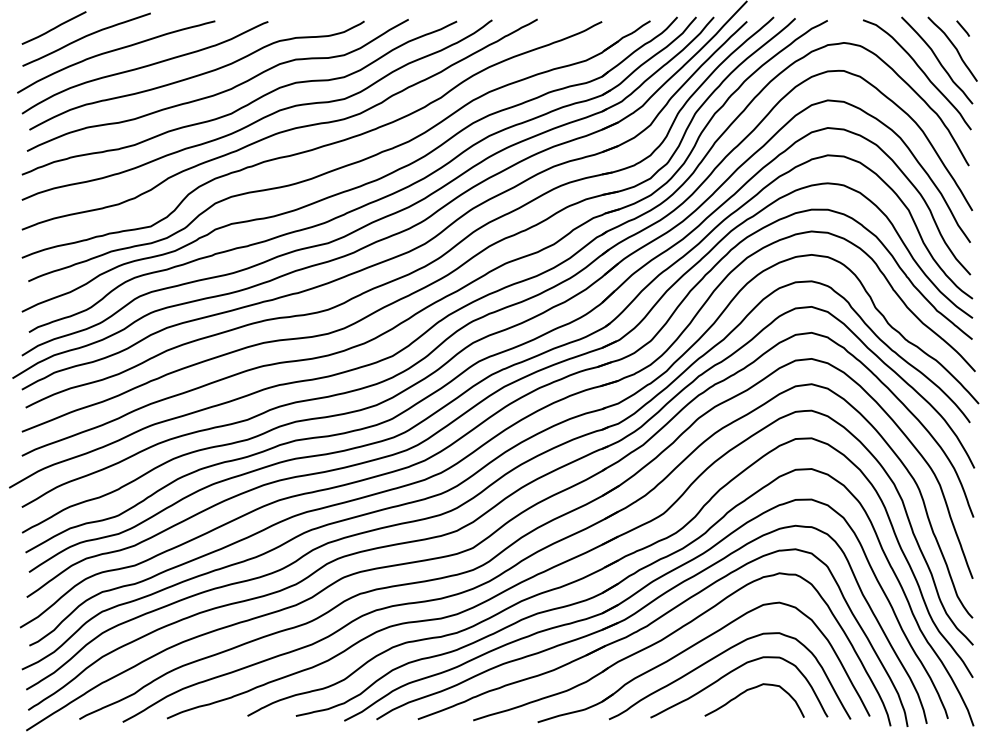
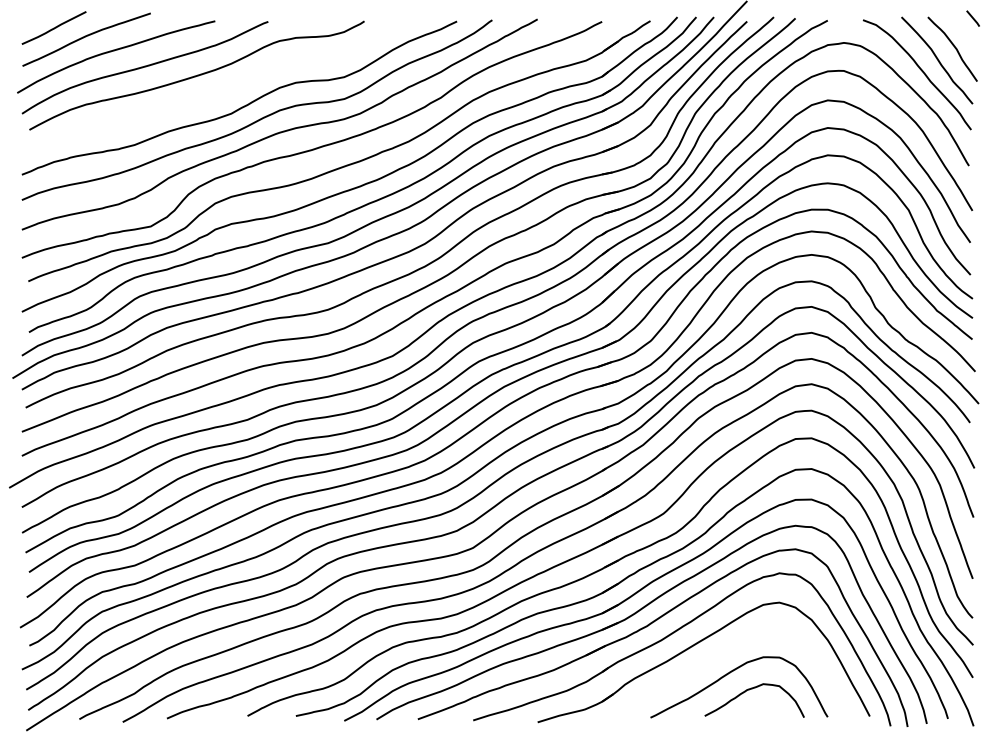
line at (962, 28) position: (962, 28) -> (972, 18)
curve at (218, 92): present -> none
curve at (715, 658): present -> none
